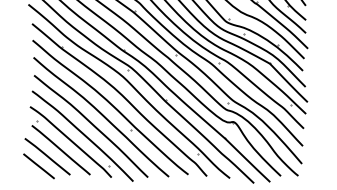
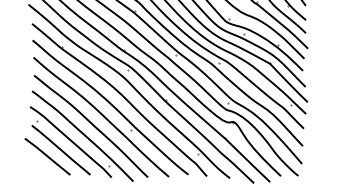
line at (38, 166): present -> none
